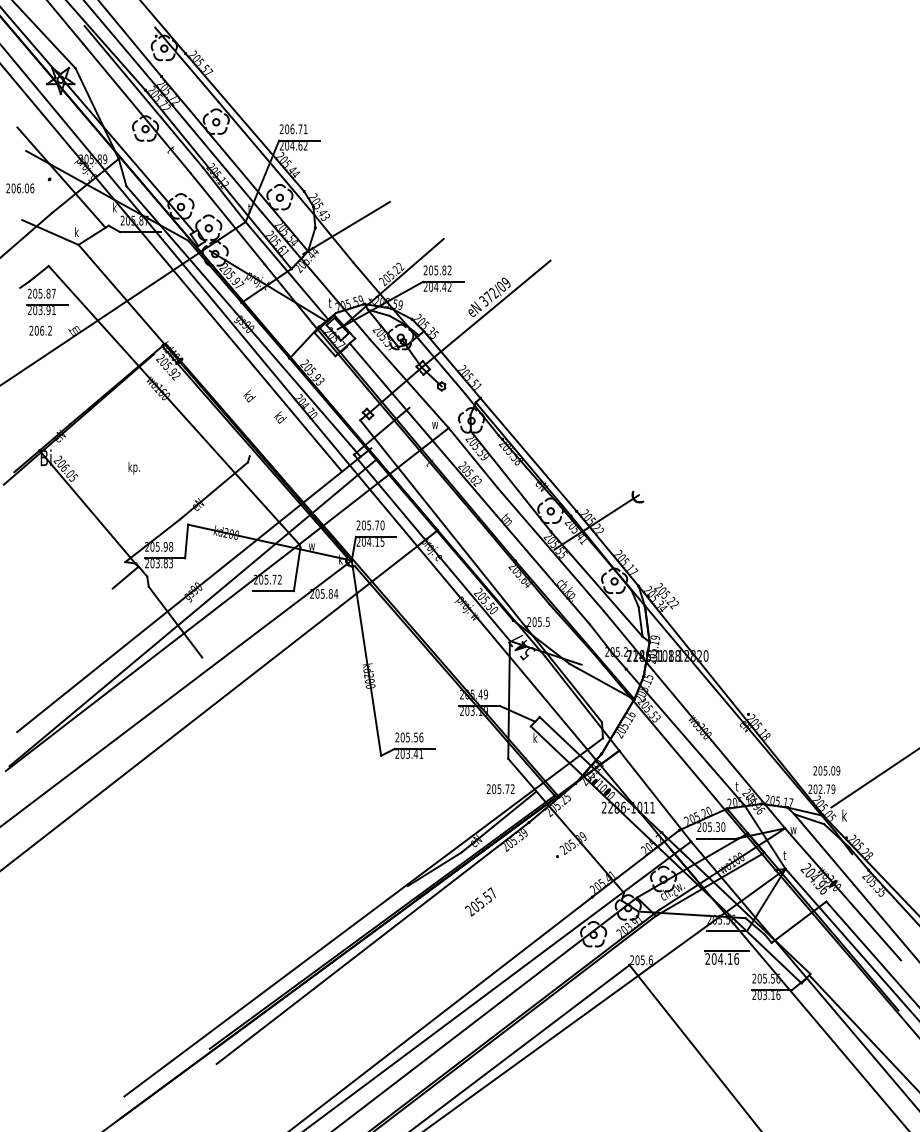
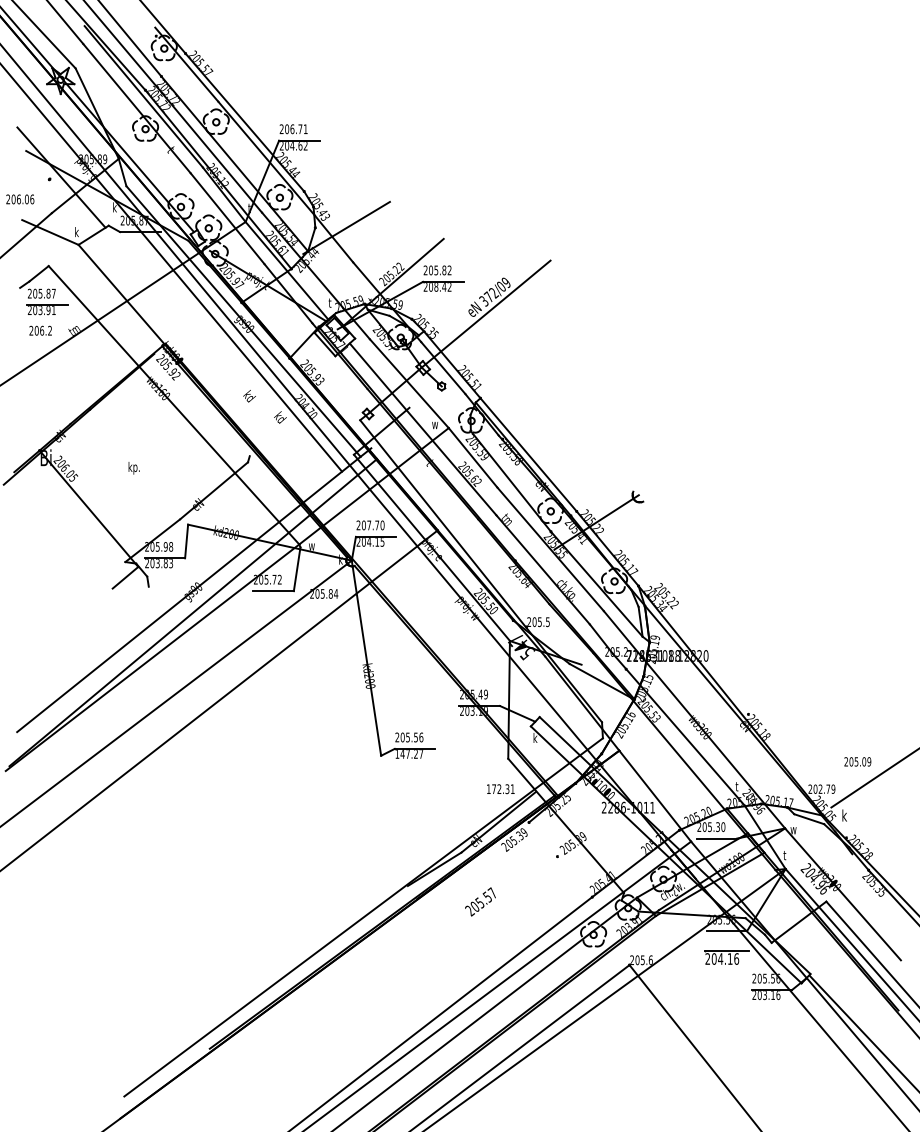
text at (20, 188) position: (20, 188) -> (20, 199)
text at (436, 287): 204.42 -> 208.42
text at (369, 525): 205.70 -> 207.70
line at (175, 621): present -> none
text at (409, 754): 203.41 -> 147.27
text at (826, 770) position: (826, 770) -> (857, 761)
text at (500, 789): 205.72 -> 172.31
line at (855, 886): present -> none
line at (372, 943): present -> none
